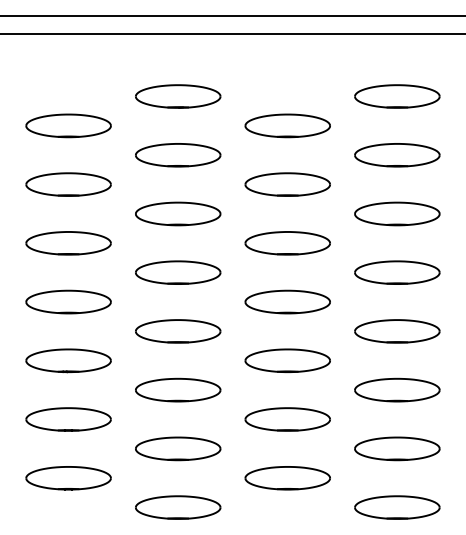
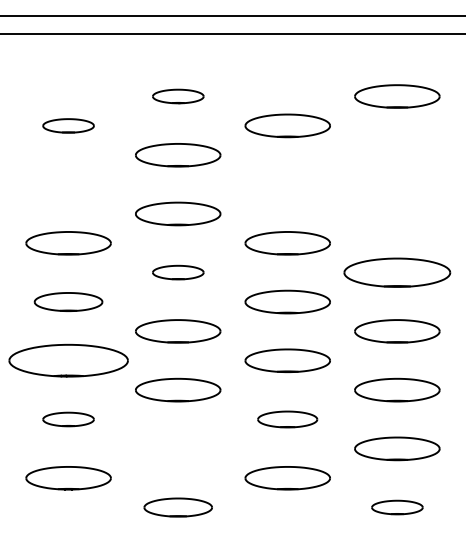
part at (178, 96) size: 87x25 px -> 53x17 px
part at (68, 125) size: 87x26 px -> 53x16 px
part at (397, 155): present -> none
part at (68, 184): present -> none
part at (287, 184): present -> none
part at (397, 213): present -> none
part at (178, 272) size: 87x25 px -> 53x17 px
part at (397, 272) size: 87x25 px -> 109x31 px
part at (68, 301) size: 87x26 px -> 71x20 px
part at (68, 360) size: 87x26 px -> 121x35 px
part at (68, 419) size: 87x25 px -> 53x17 px
part at (287, 419) size: 87x25 px -> 62x19 px
part at (178, 448): present -> none
part at (178, 507) size: 87x25 px -> 70x21 px
part at (397, 507) size: 87x25 px -> 53x17 px
